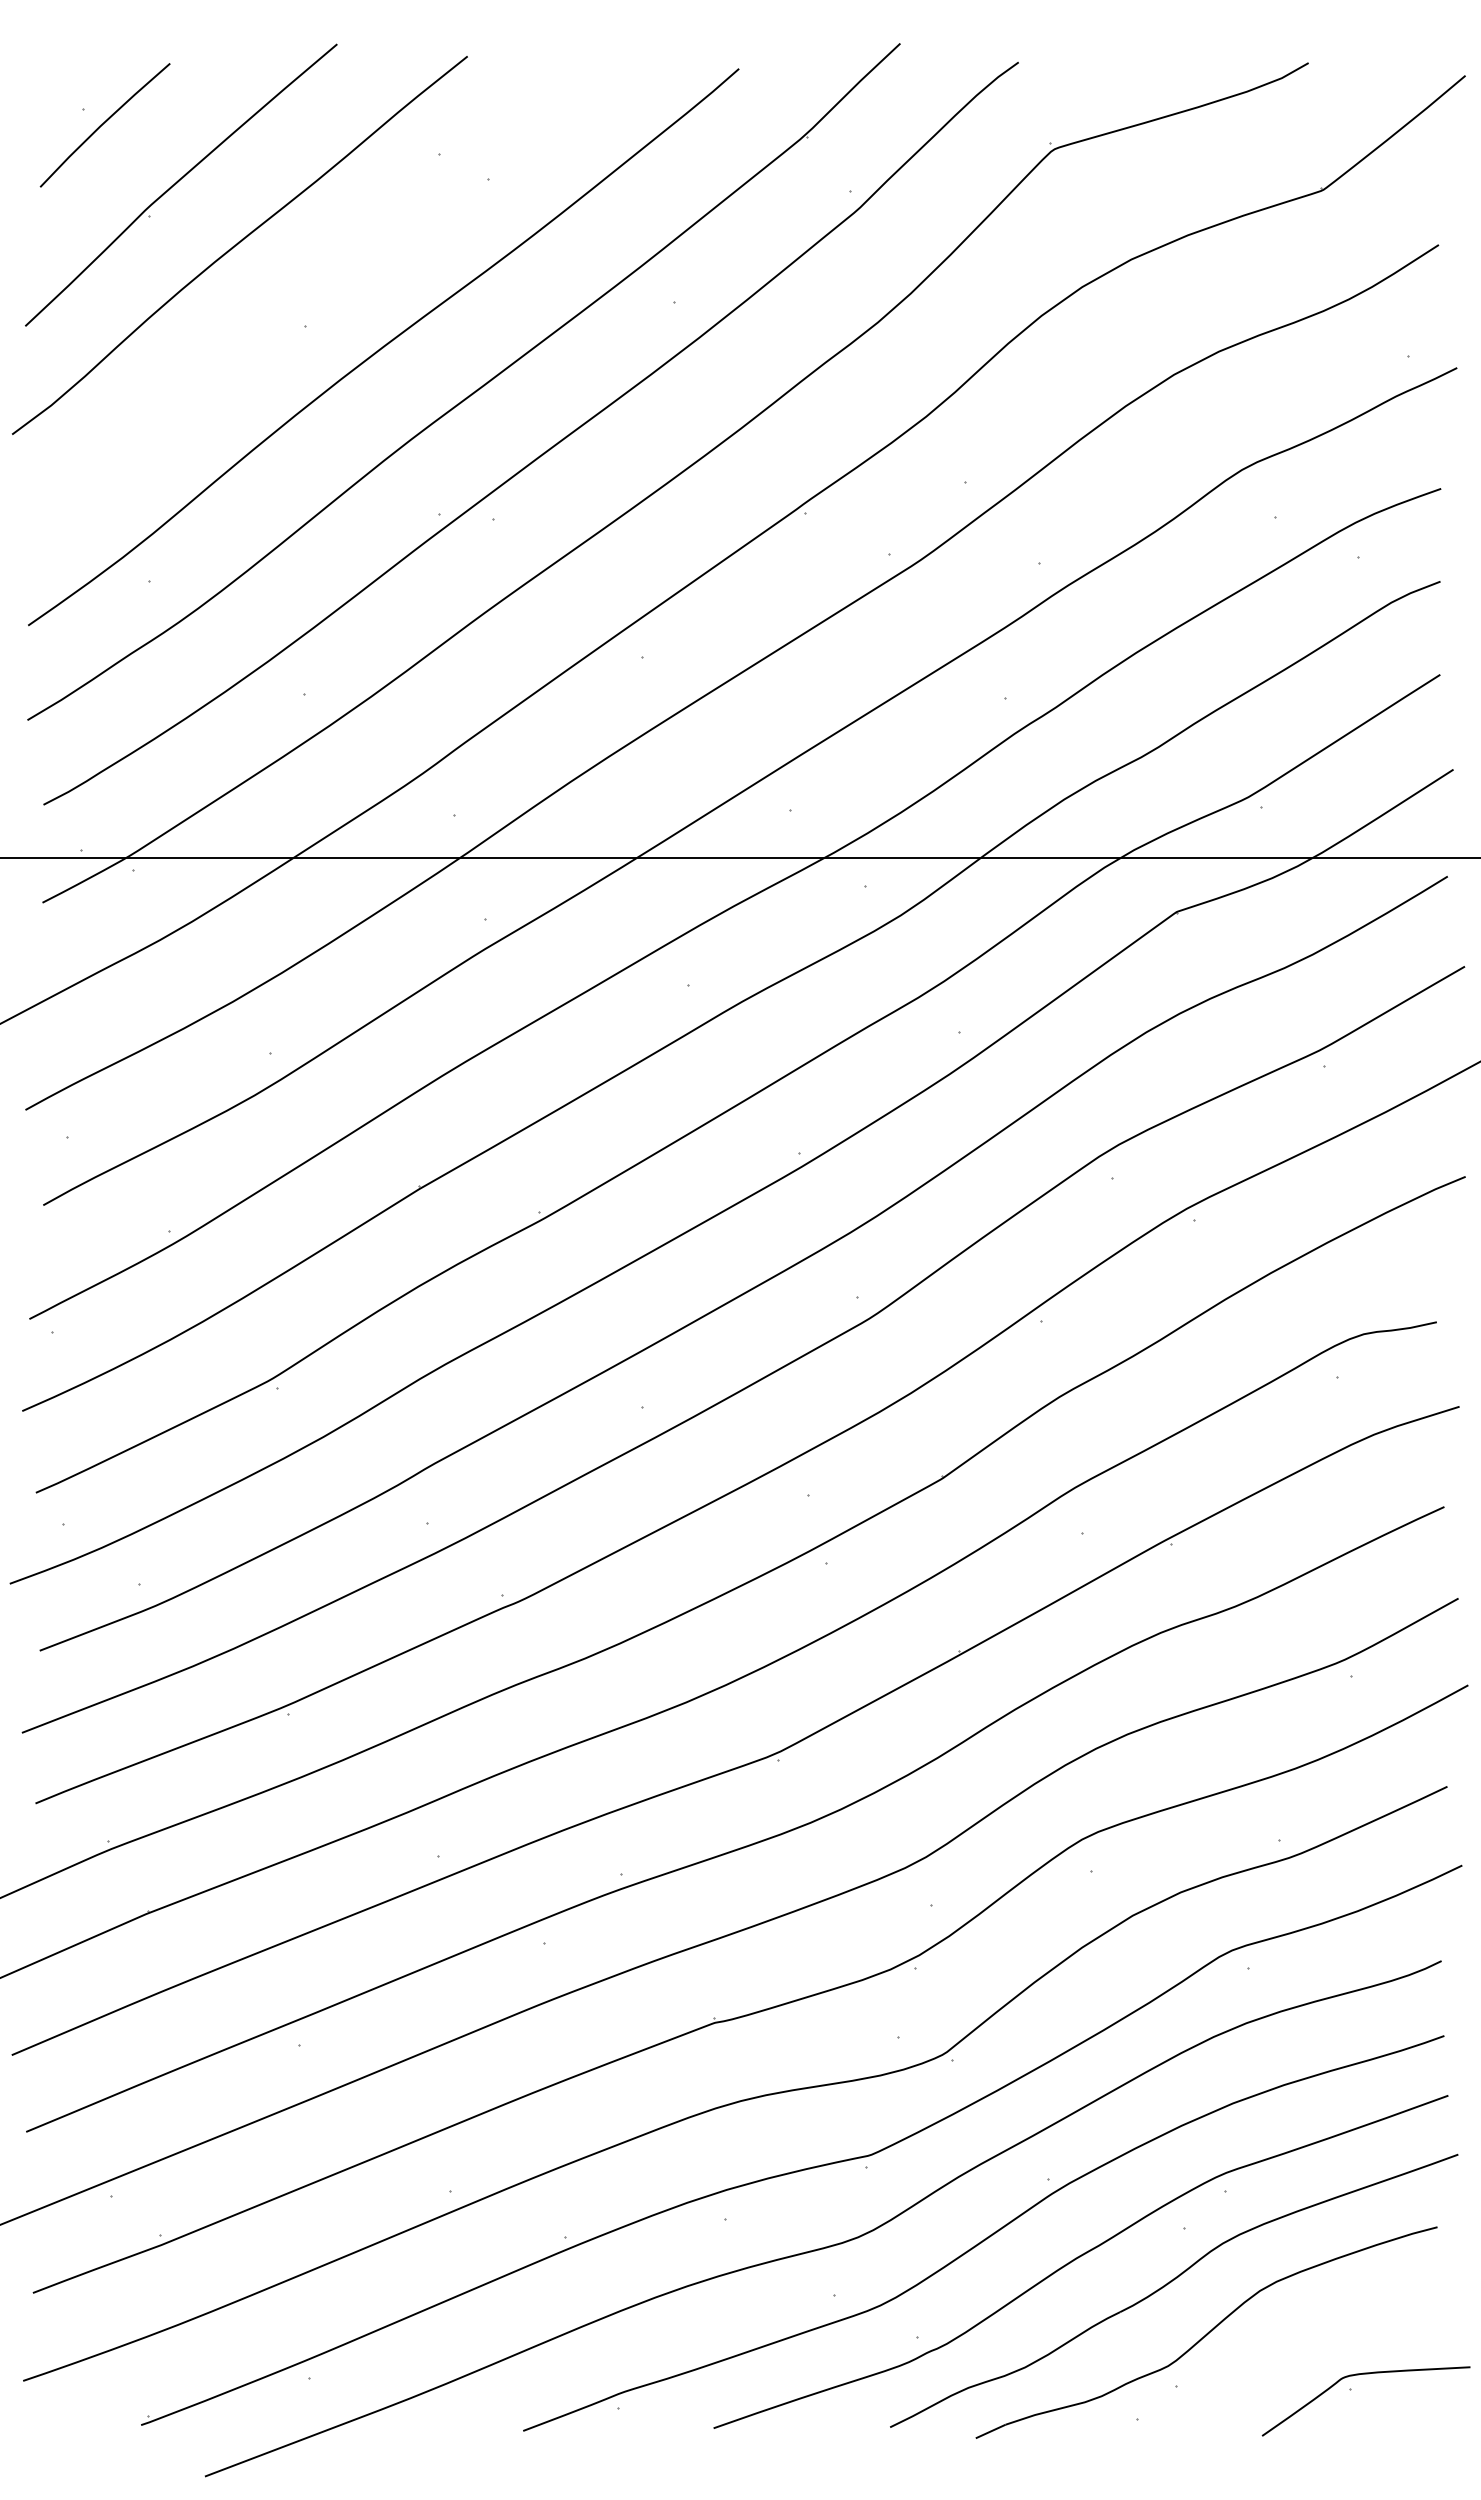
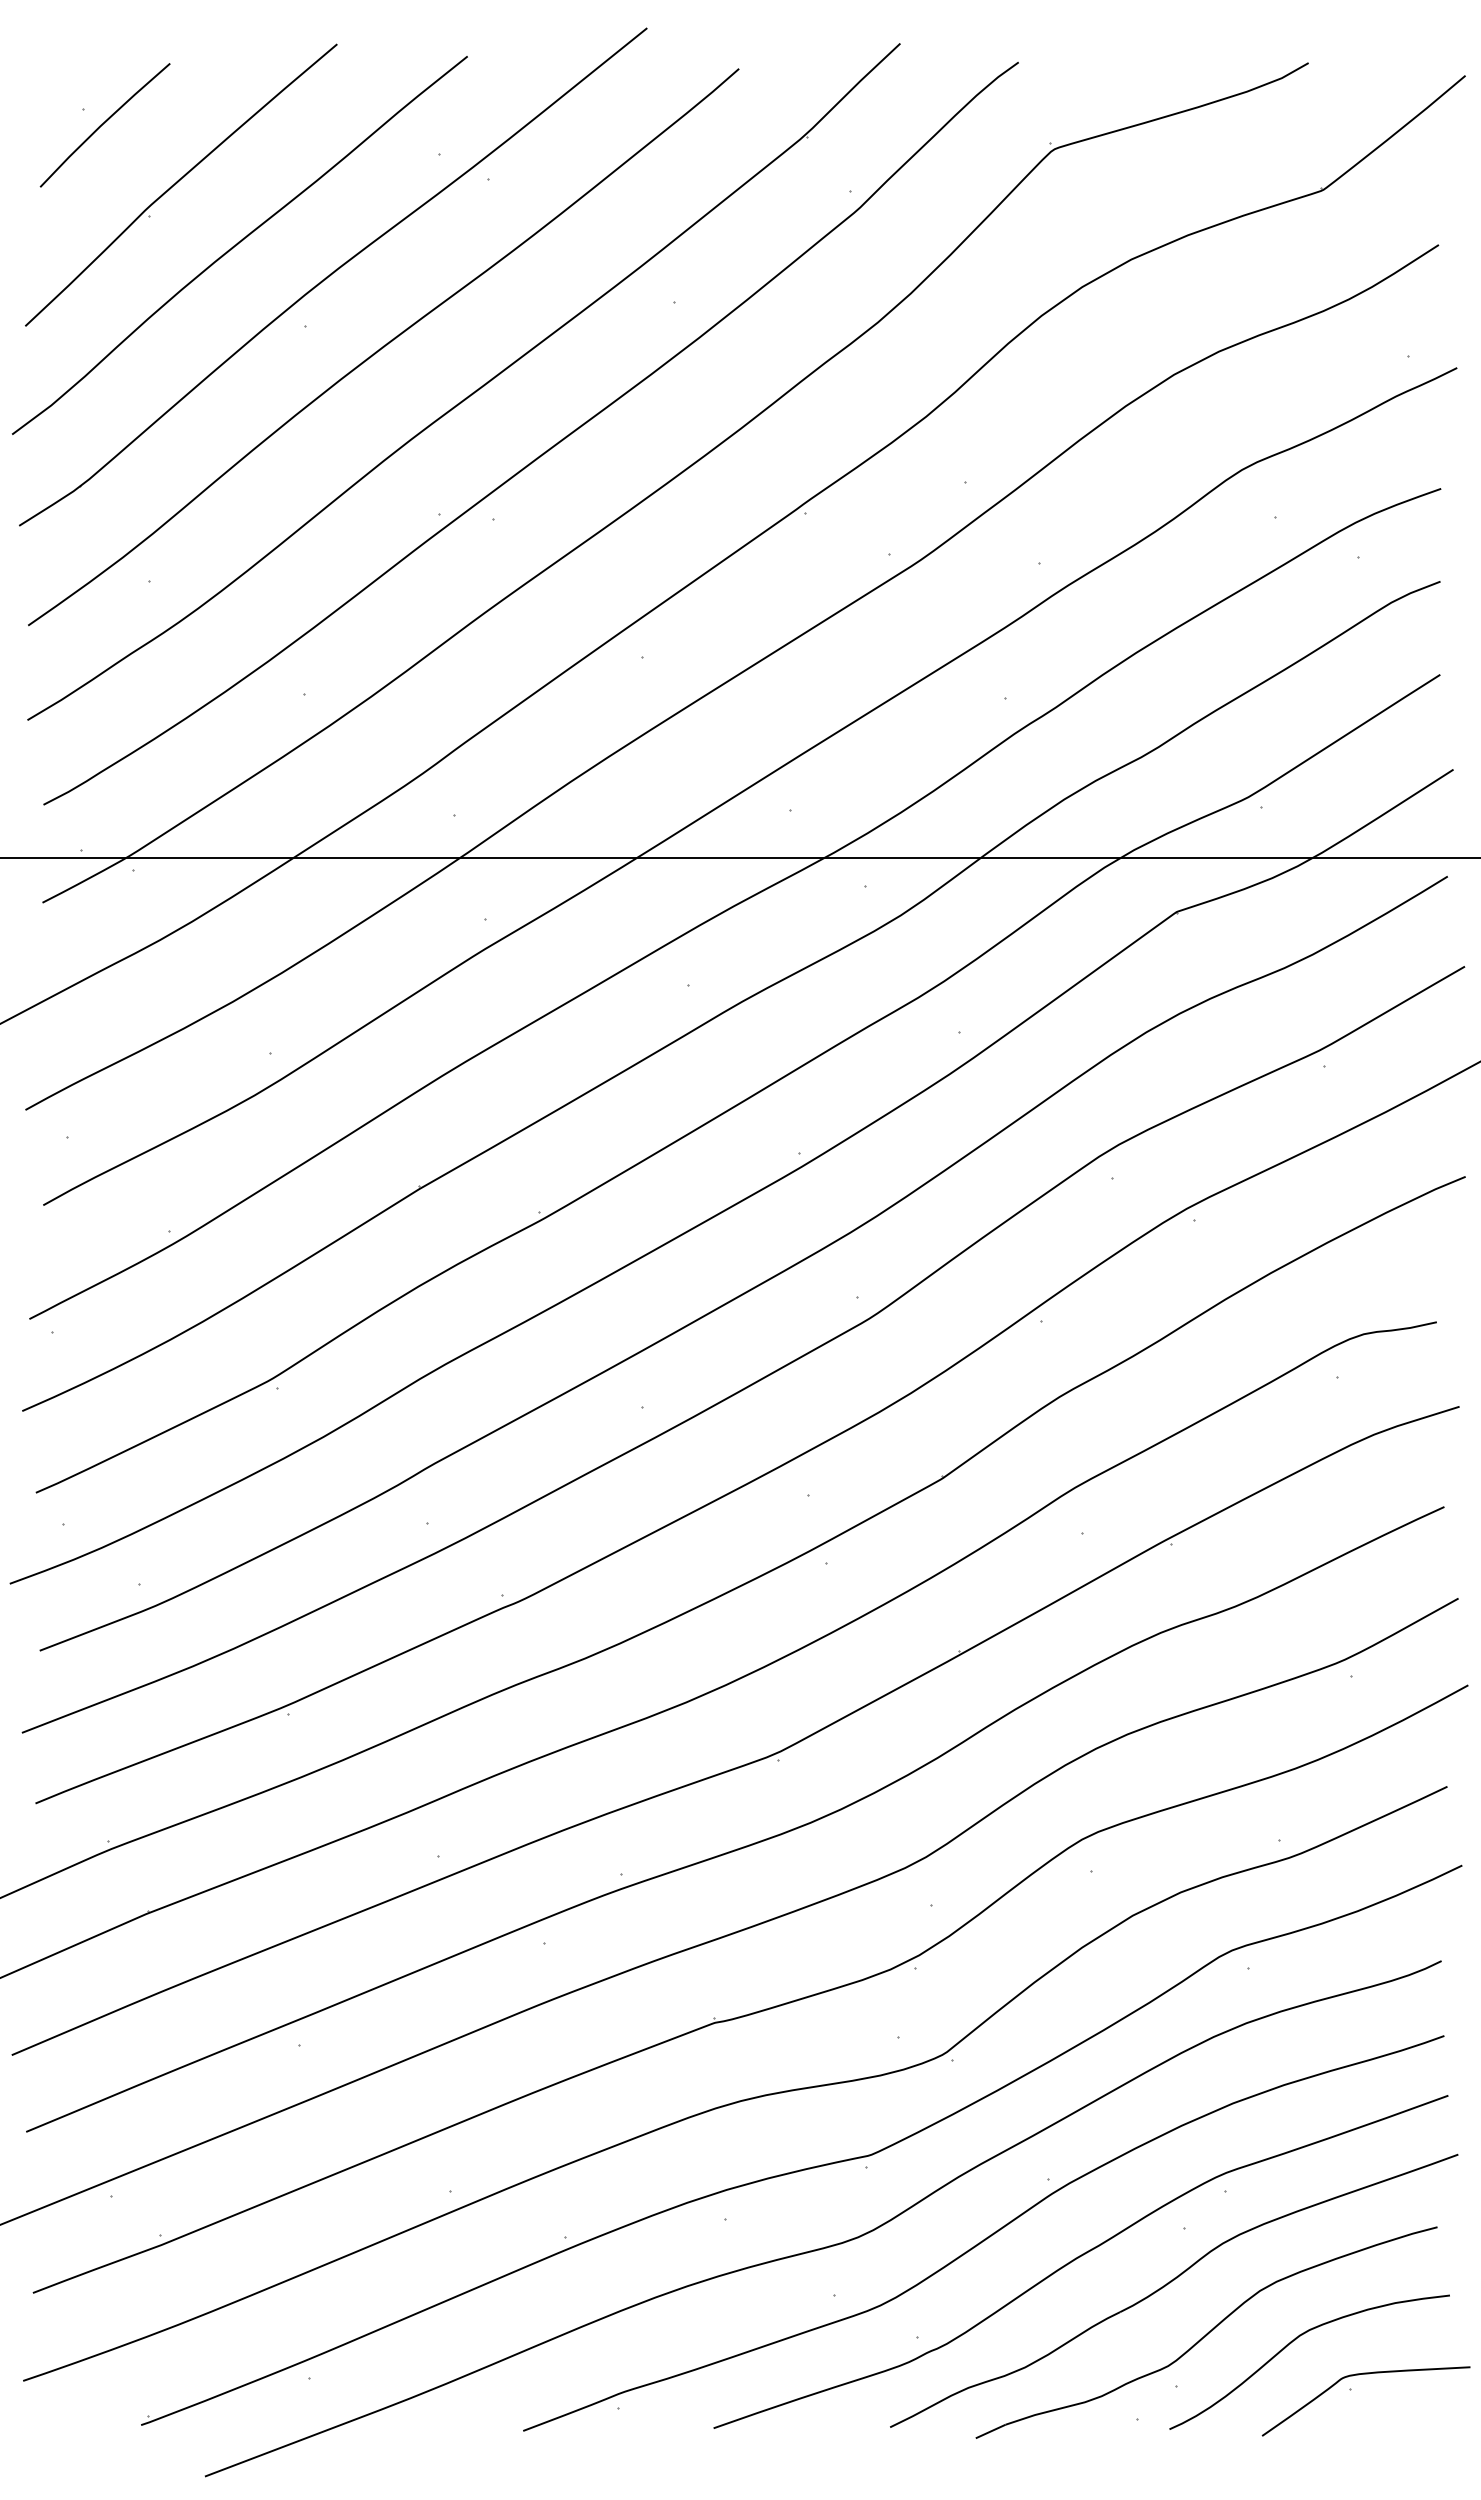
part at (333, 276): none -> present
curve at (1295, 2340): none -> present
